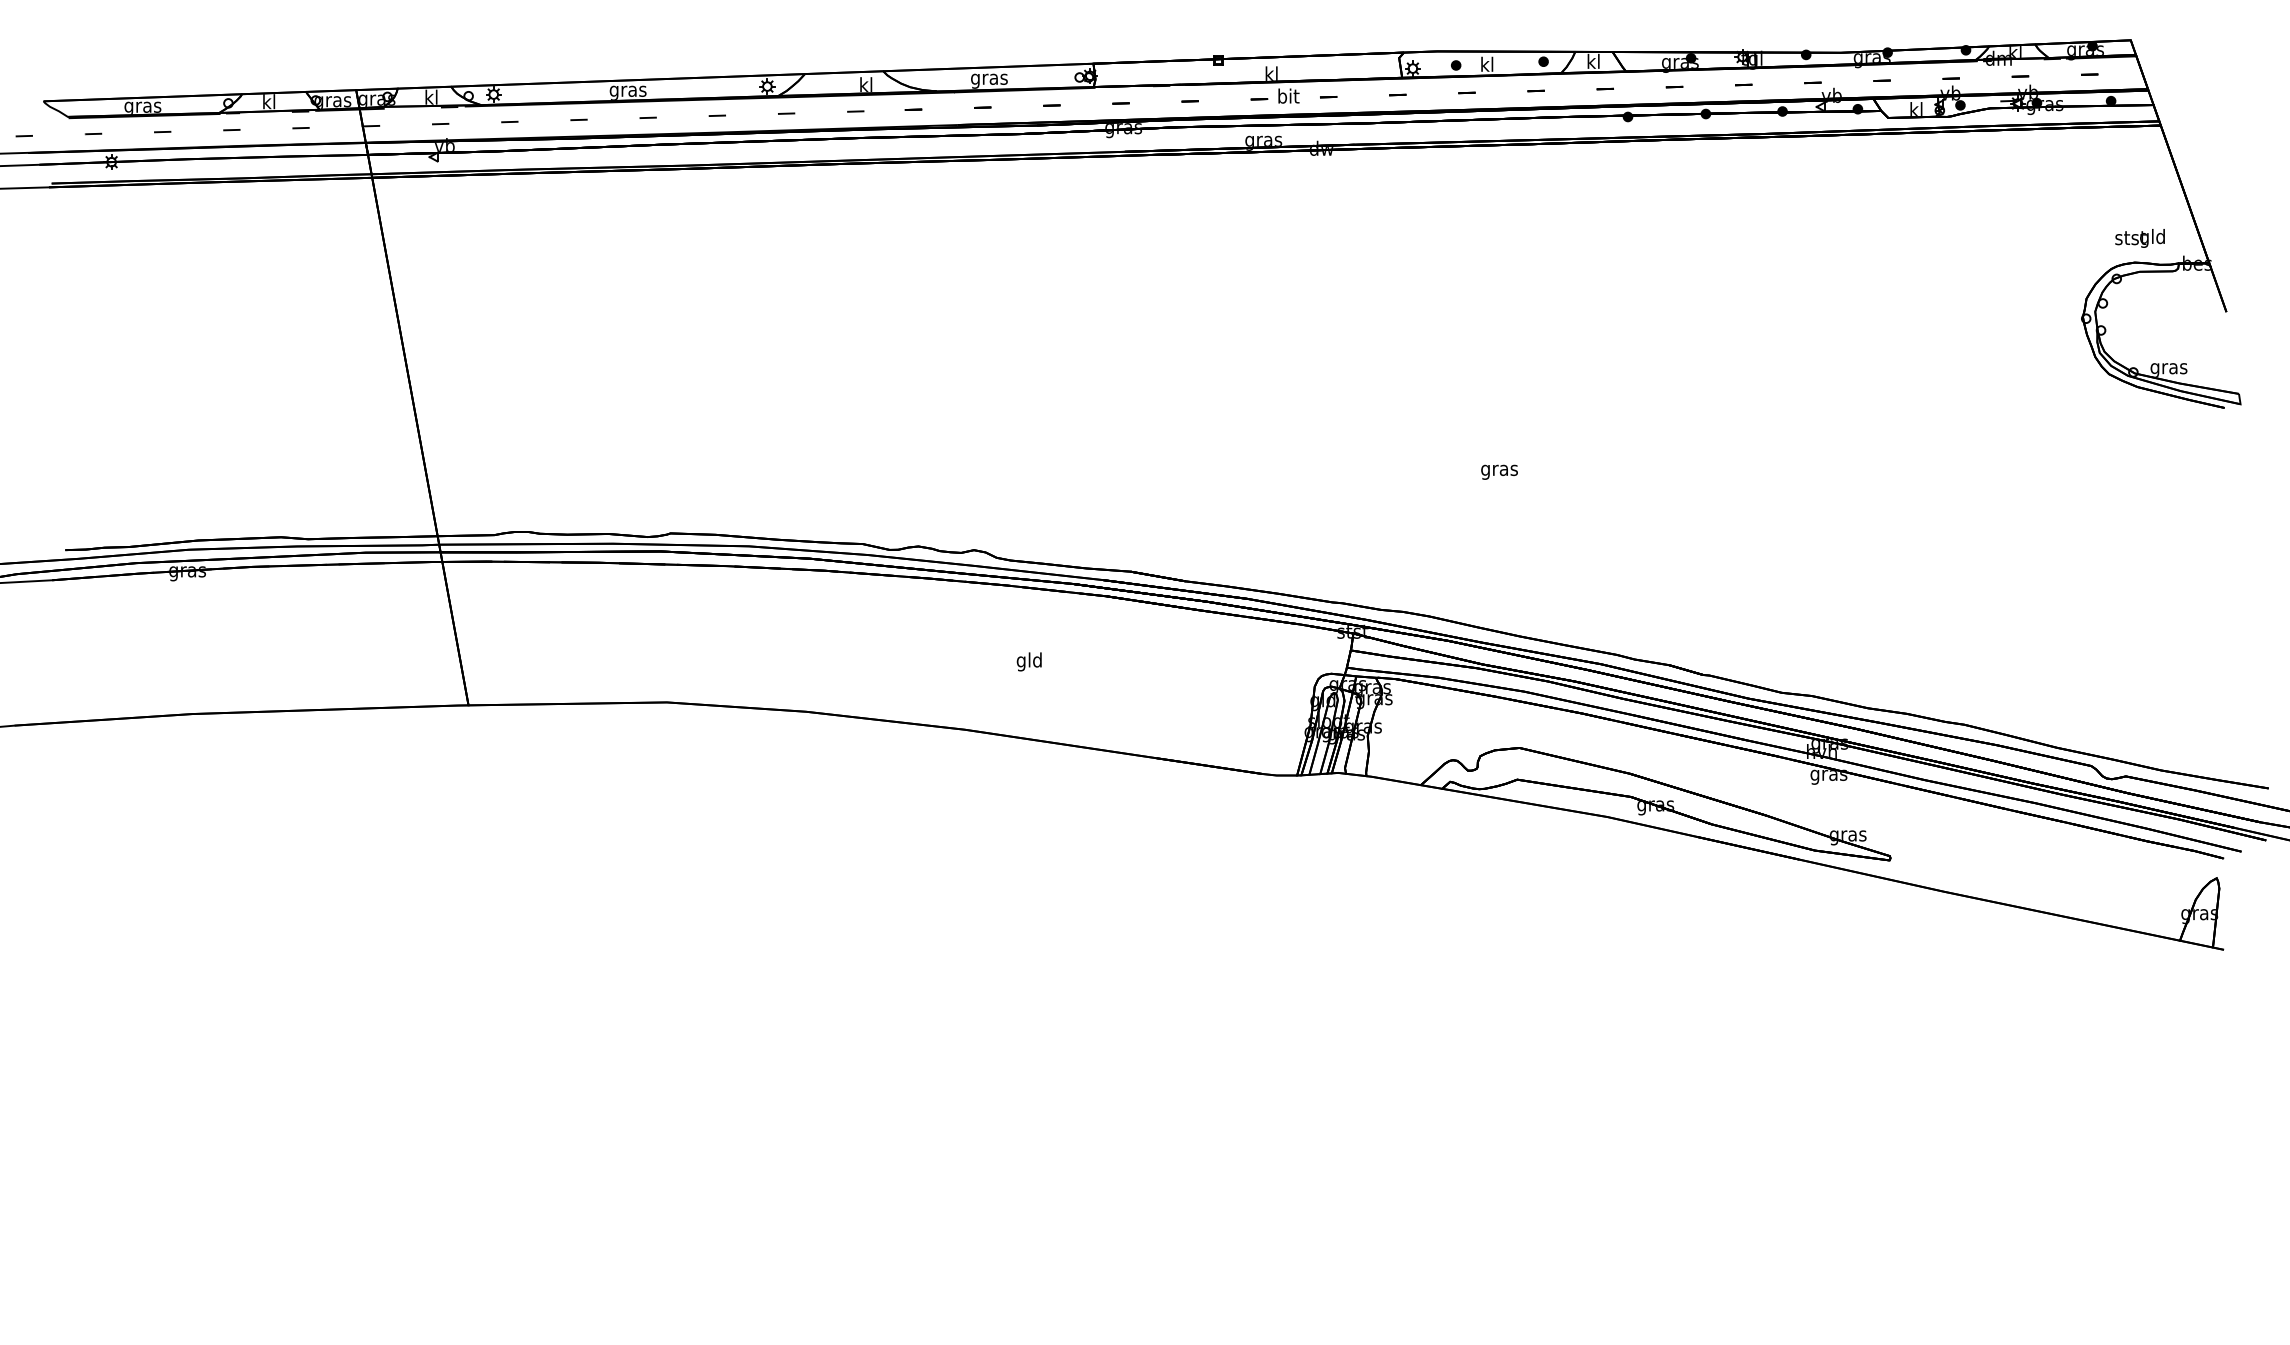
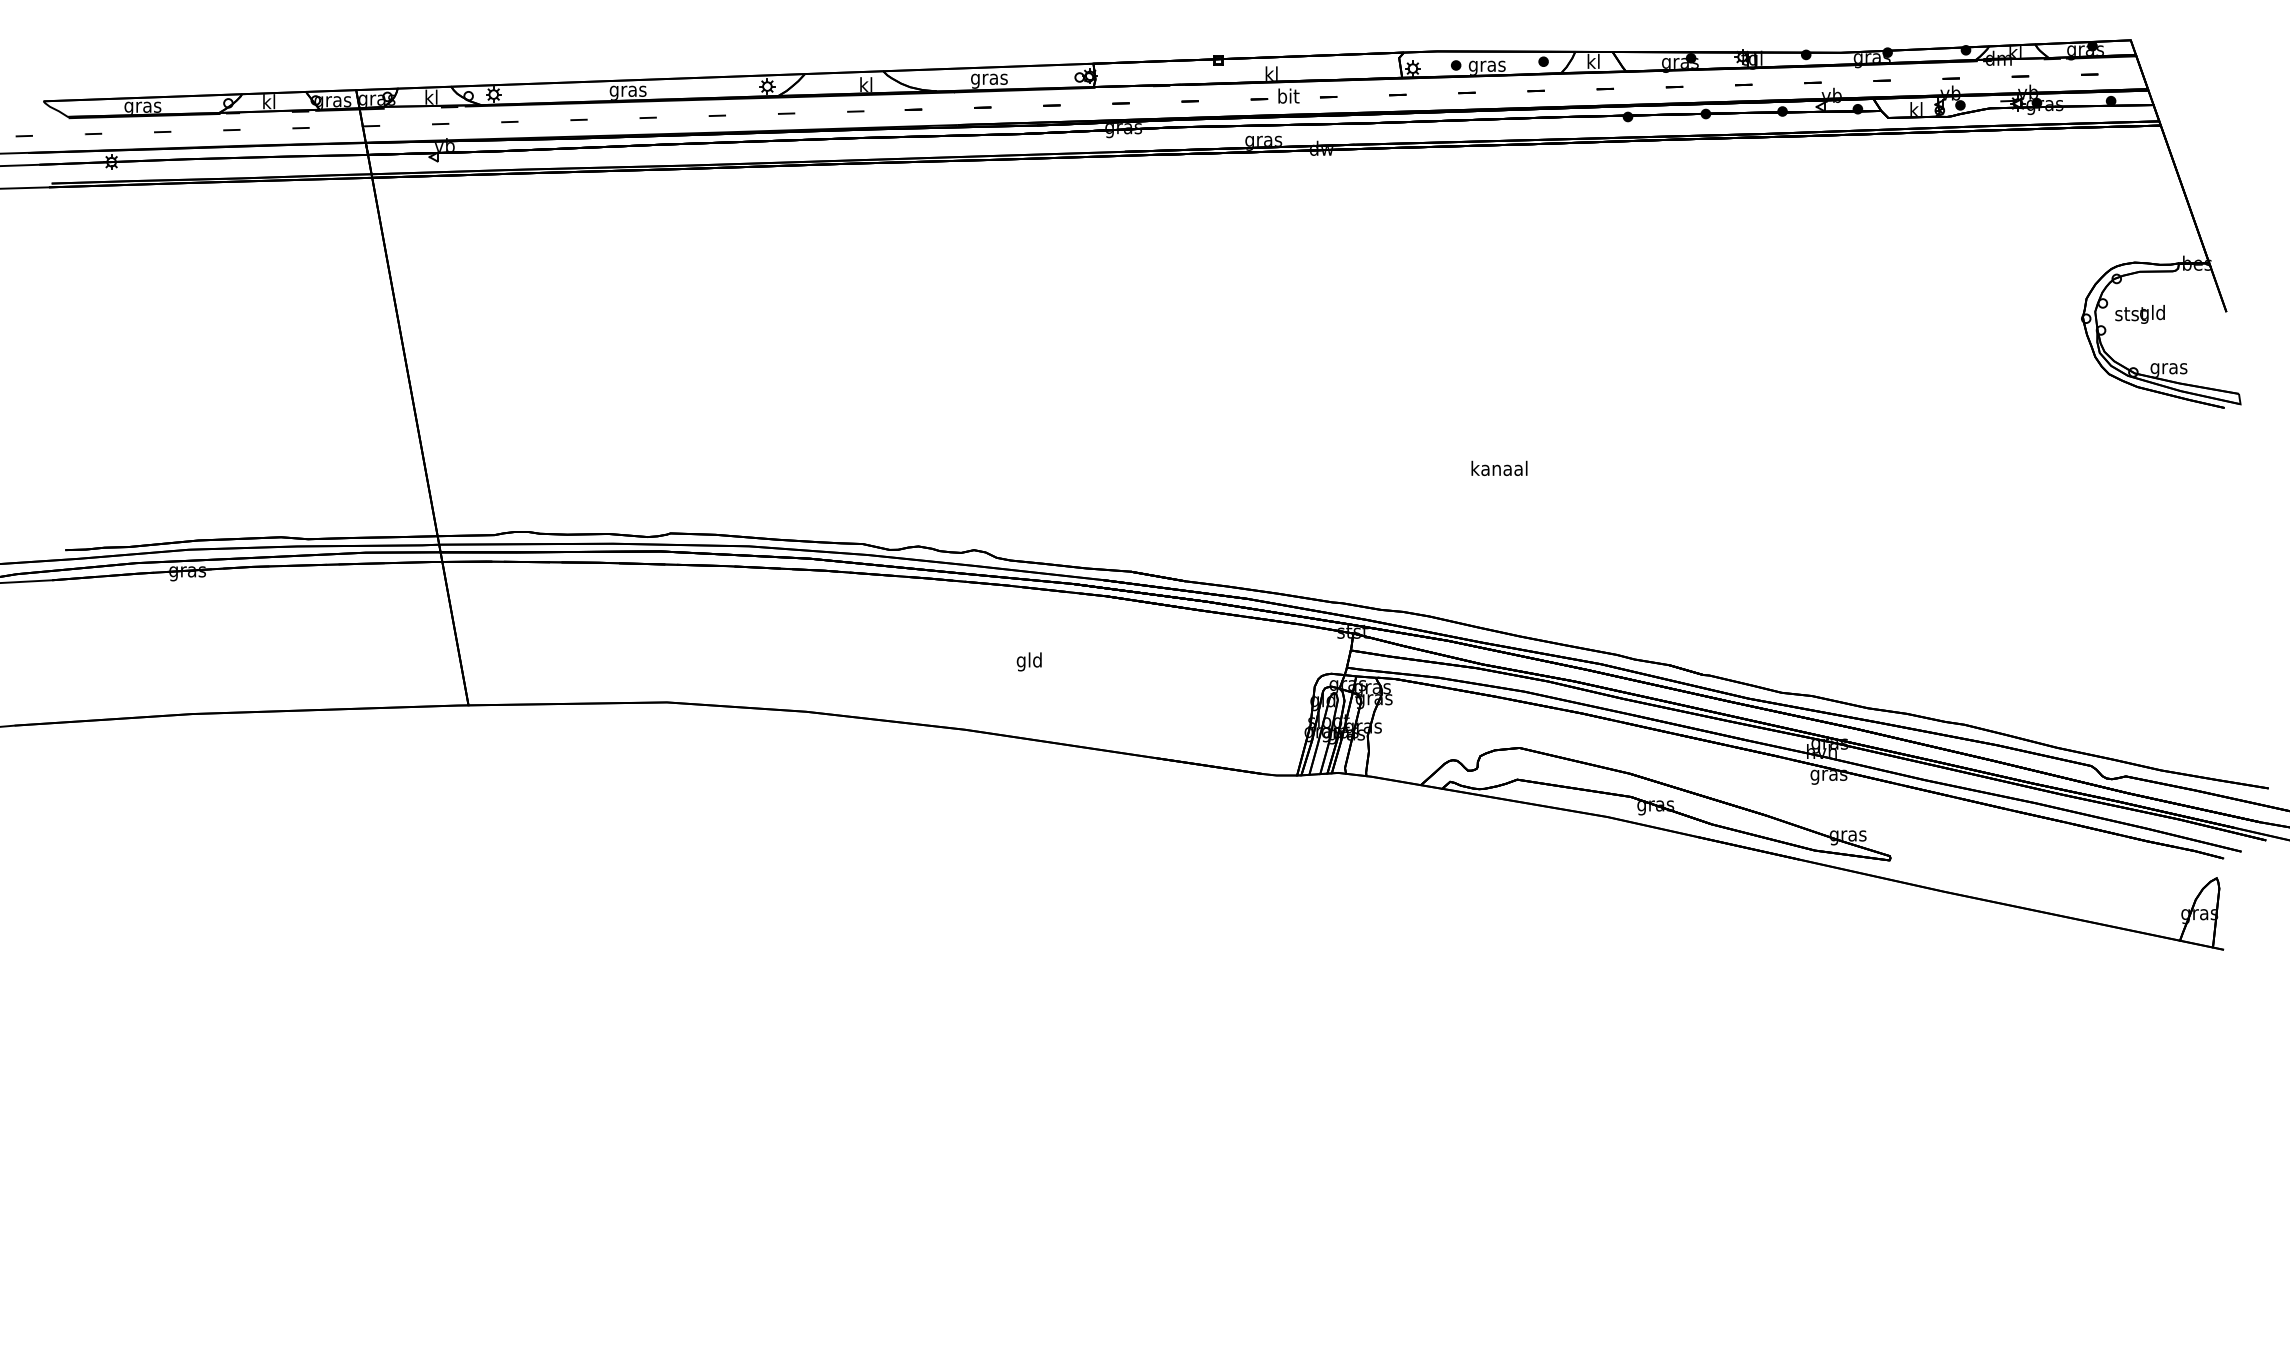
text at (1486, 65): kl -> gras
text at (2139, 238) position: (2139, 238) -> (2139, 314)
text at (1499, 469): gras -> kanaal
